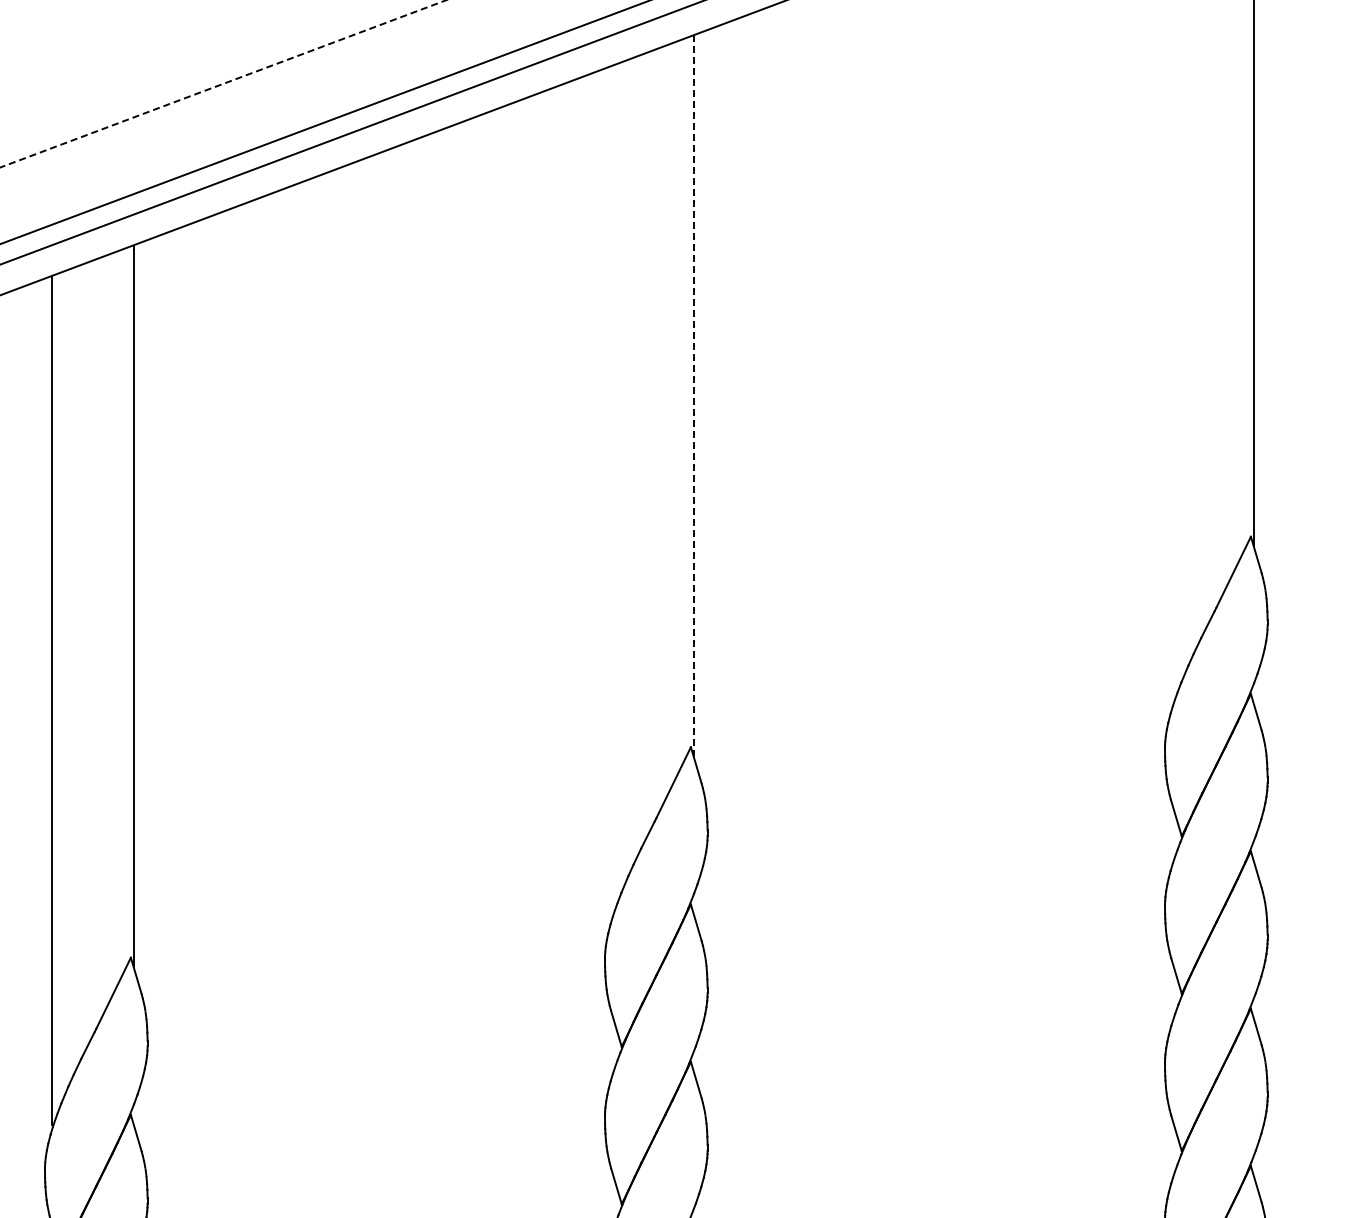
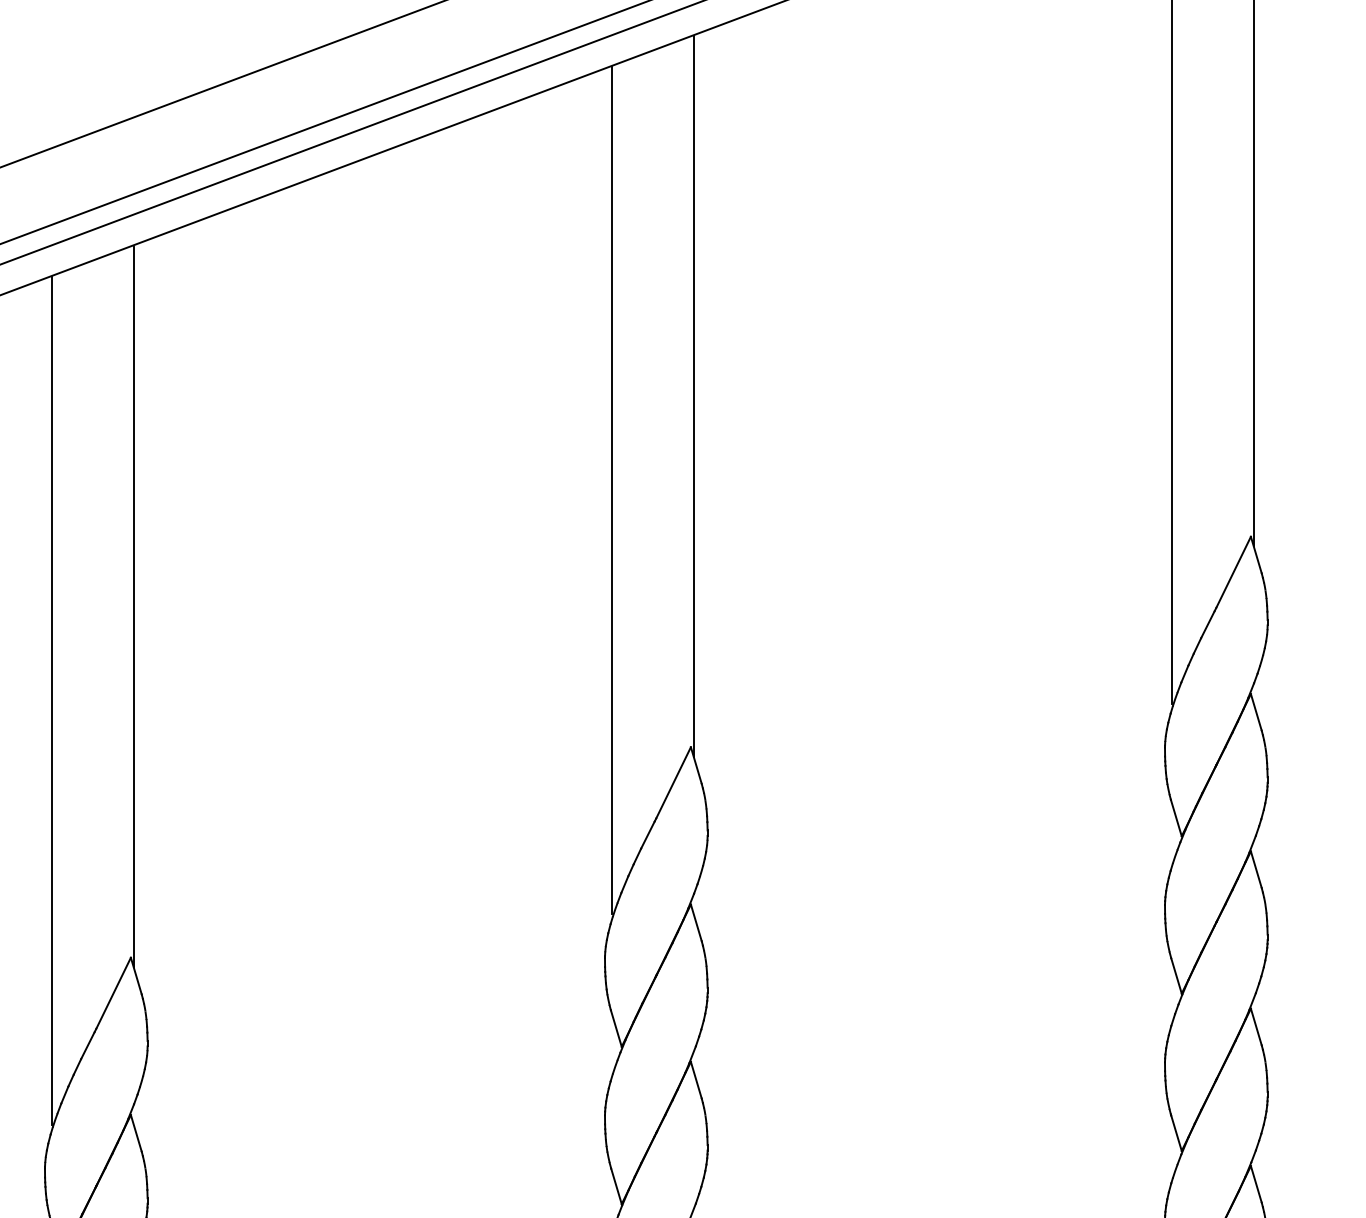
line at (223, 83): dashed -> solid
line at (1172, 353): none -> present
line at (693, 396): dashed -> solid
line at (612, 490): none -> present
